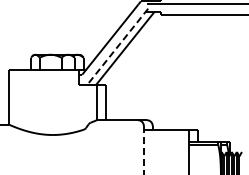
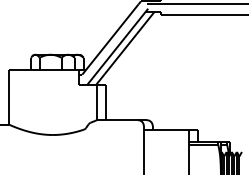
line at (117, 46): dashed -> solid
line at (143, 151): dashed -> solid
